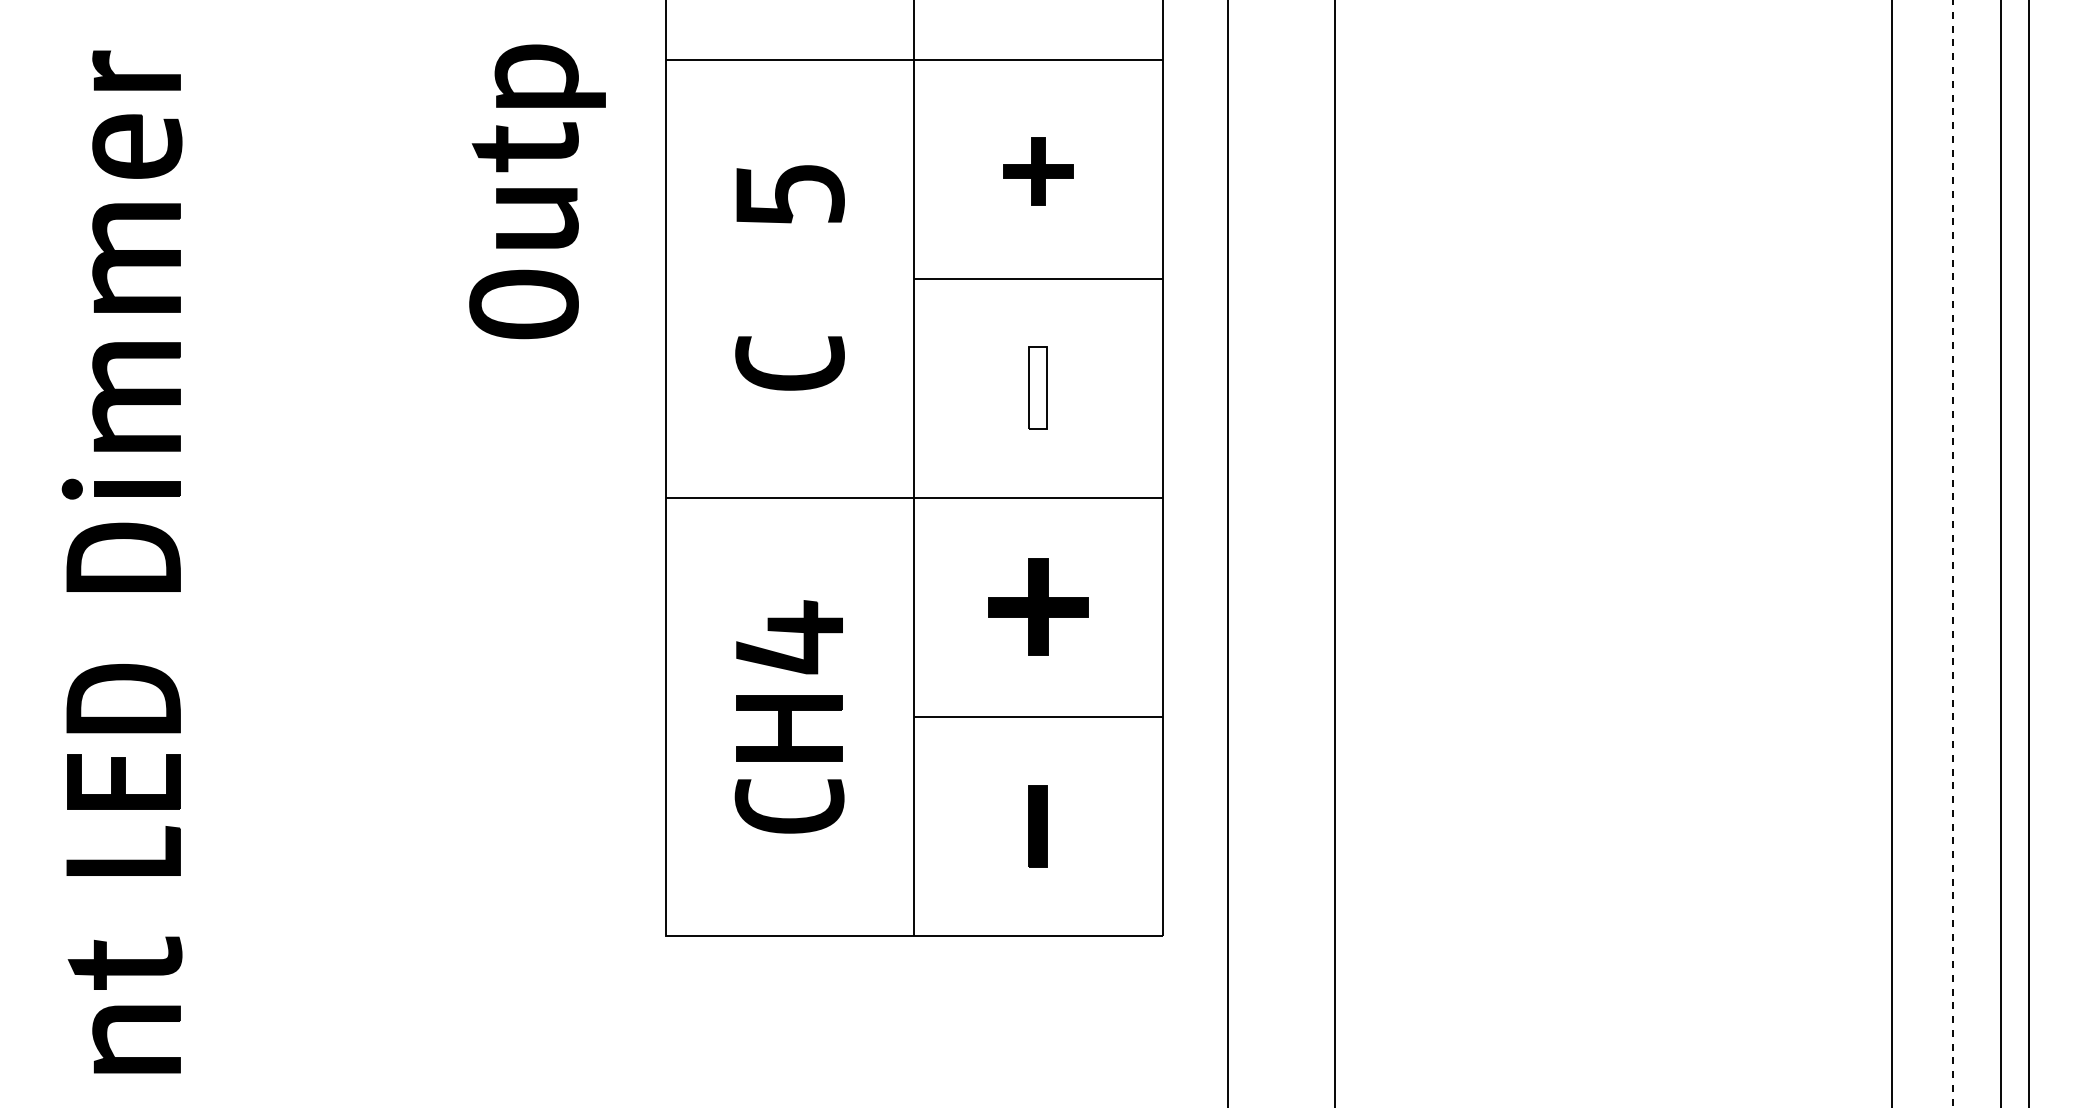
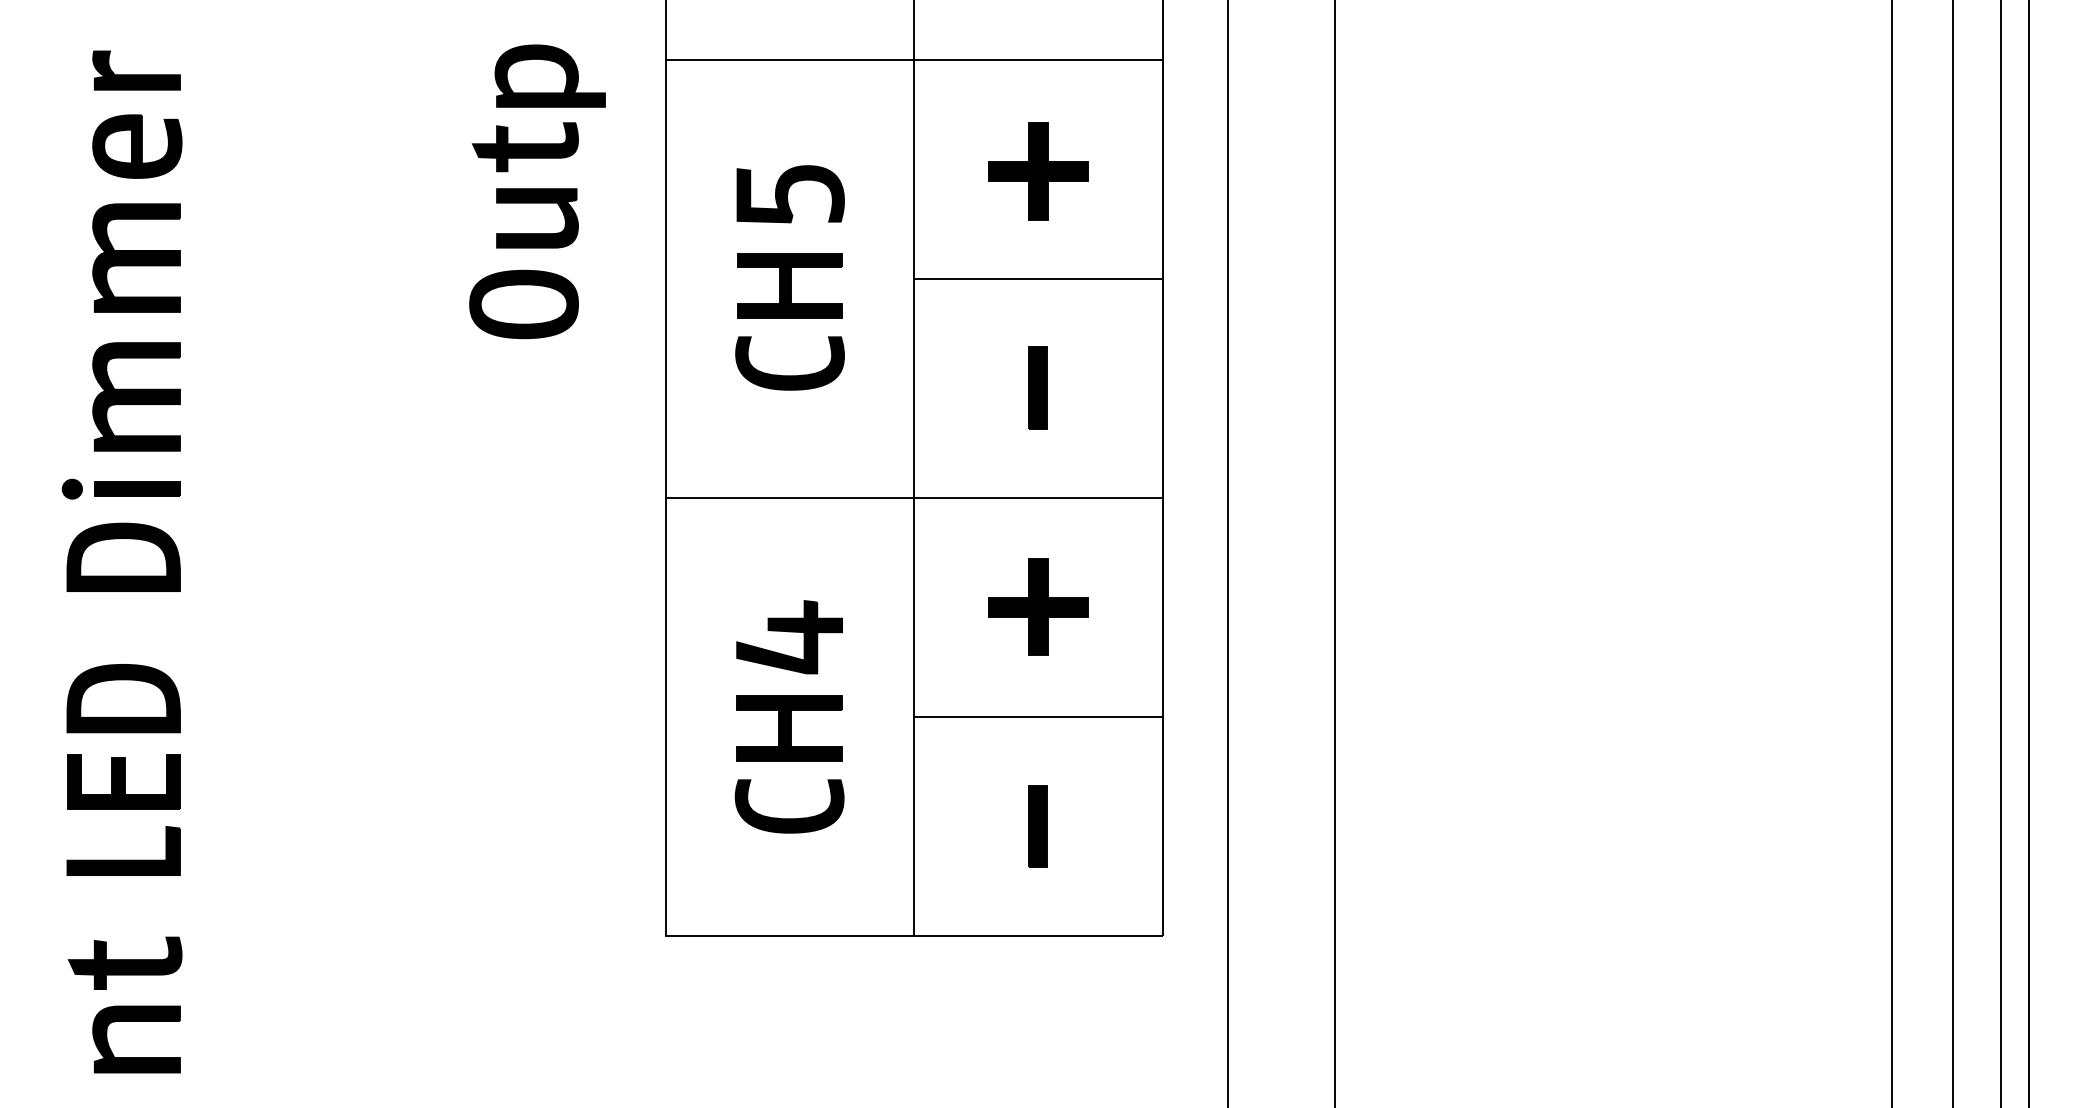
part at (1038, 171) size: 71x69 px -> 101x99 px
part at (789, 285): none -> present
fill at (1038, 387): none -> present
line at (1952, 553): dashed -> solid
